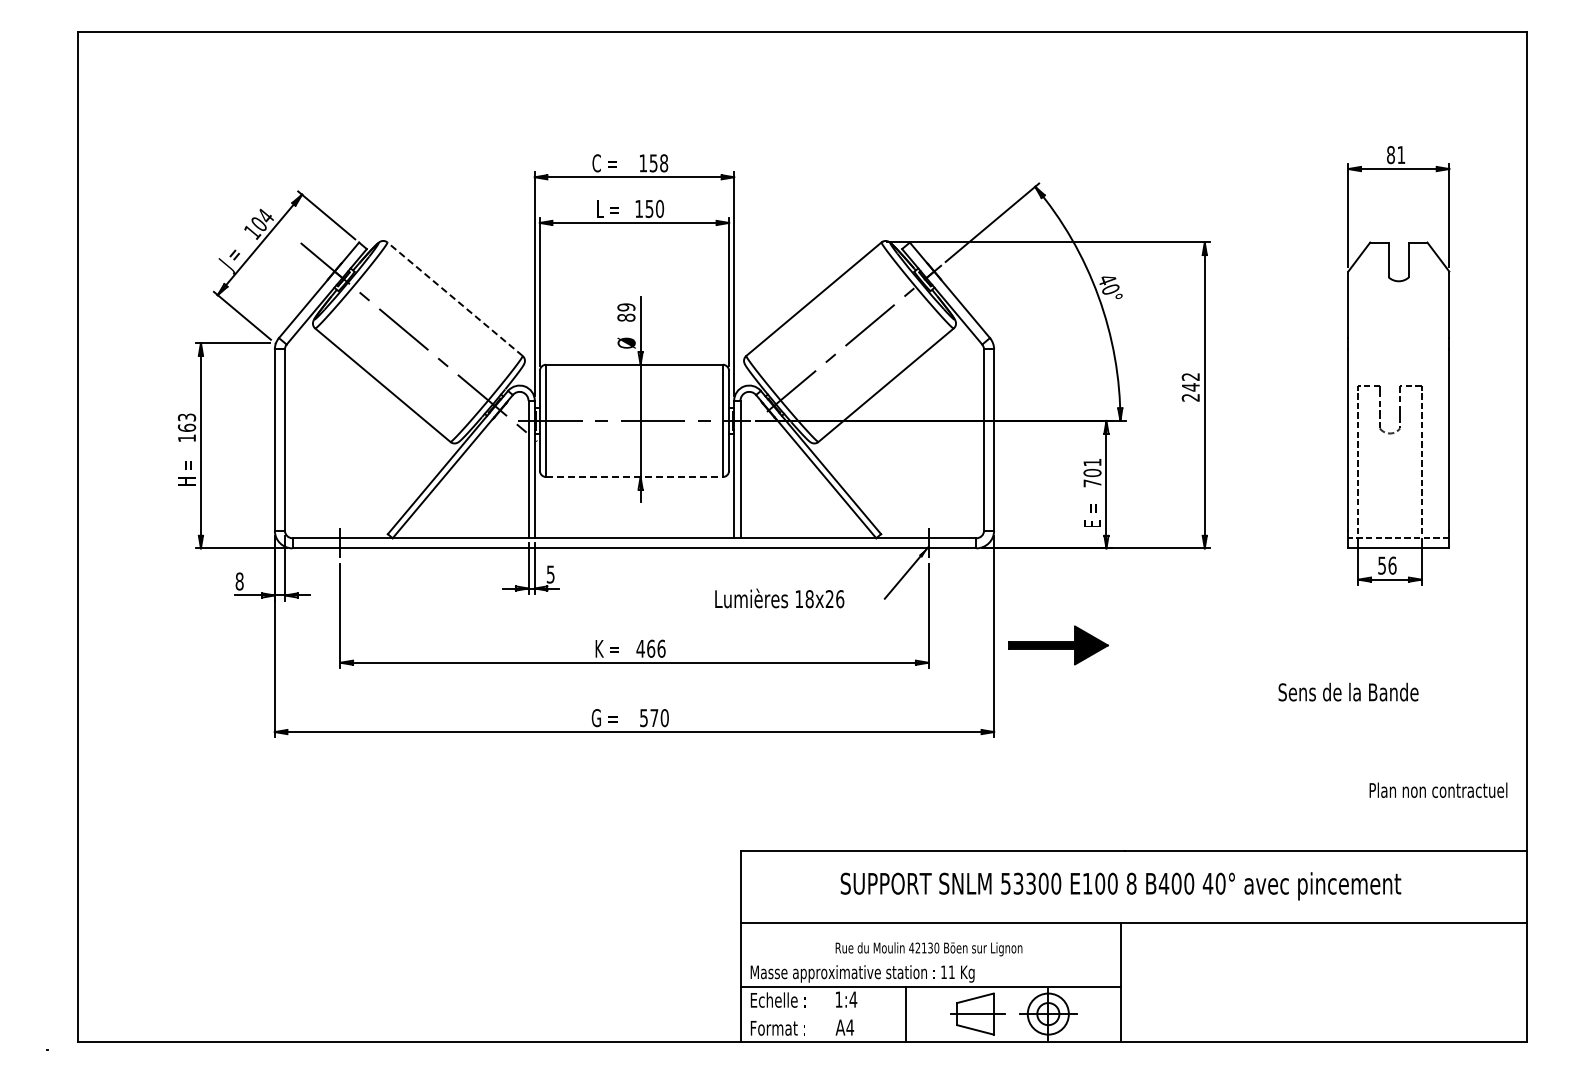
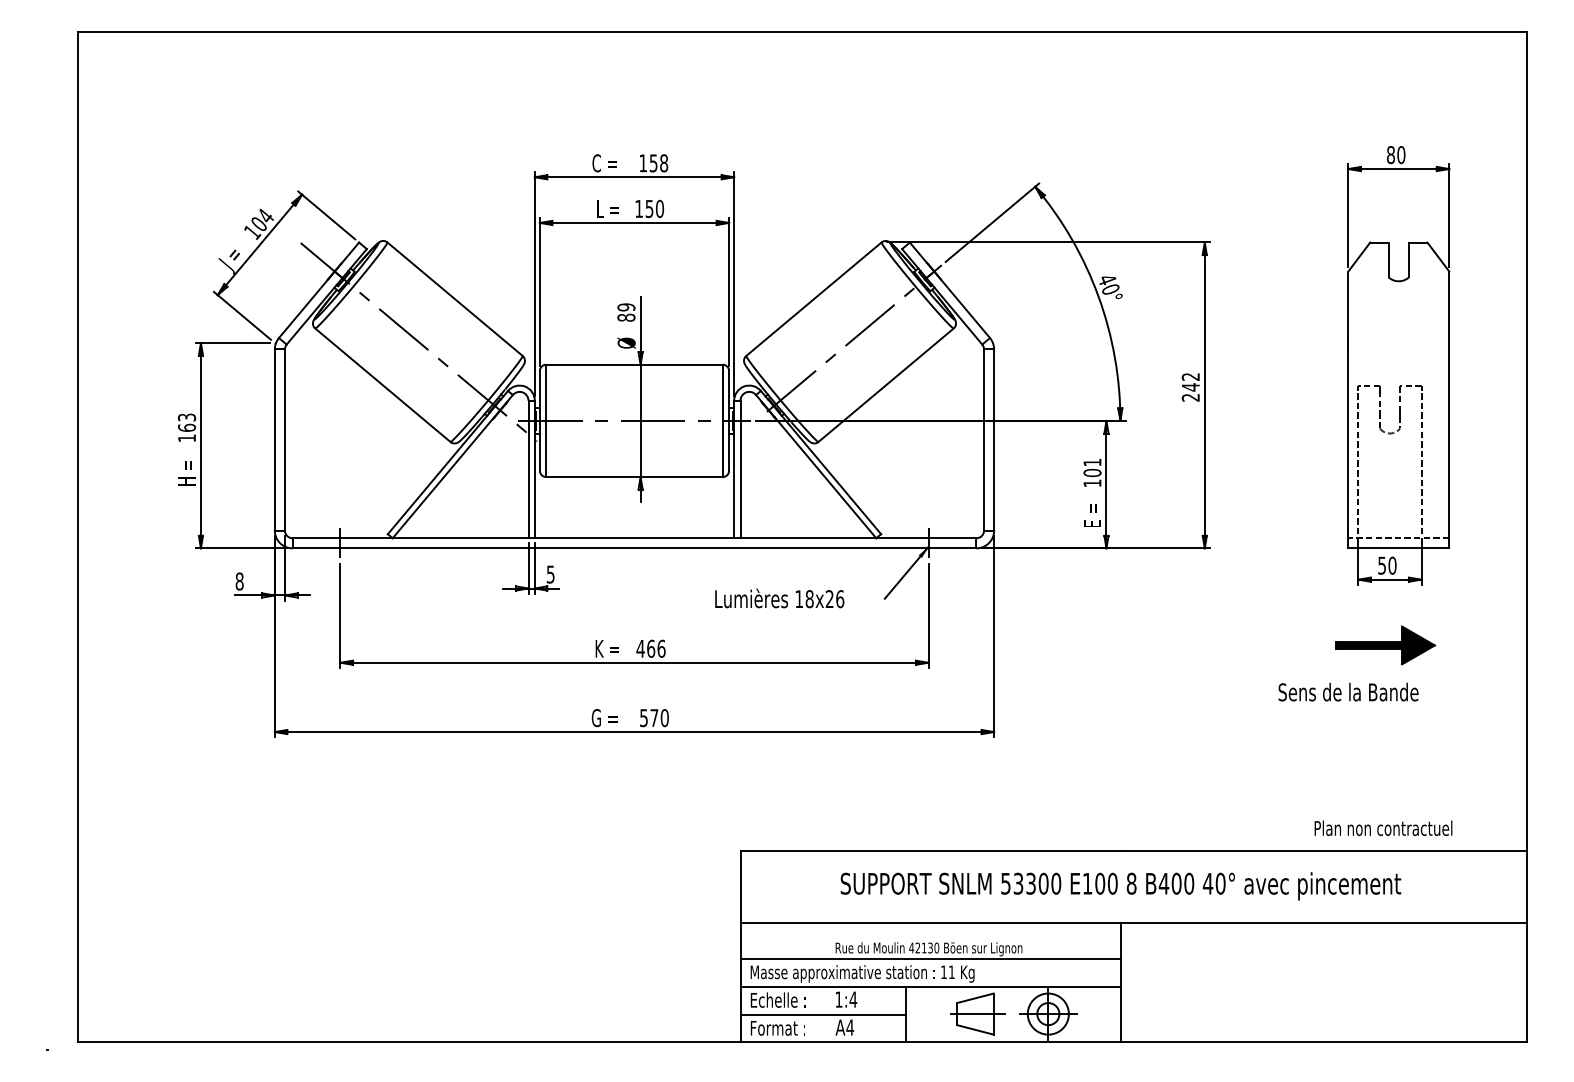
text at (1401, 155): 81 -> 80
line at (454, 298): dashed -> solid
line at (634, 477): dashed -> solid
text at (1092, 483): 701 -> 101
text at (1392, 565): 56 -> 50
part at (1058, 645) position: (1058, 645) -> (1385, 645)
text at (1438, 789) position: (1438, 789) -> (1383, 827)
line at (931, 959): none -> present
line at (823, 1014): none -> present
